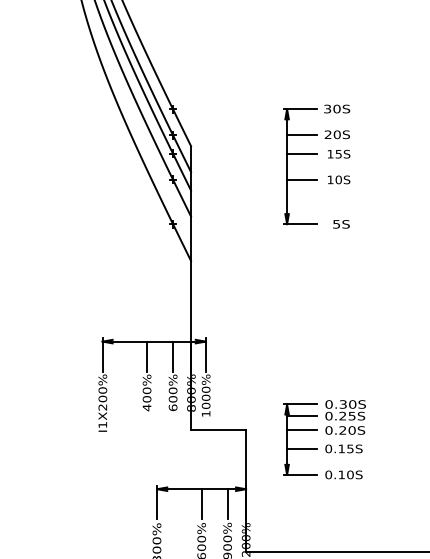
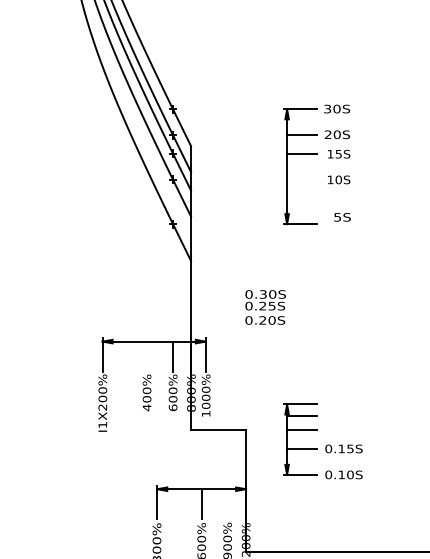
line at (302, 179): present -> none
text at (341, 224) position: (341, 224) -> (342, 217)
line at (147, 356): present -> none
text at (345, 417) position: (345, 417) -> (265, 307)
line at (227, 504): present -> none
